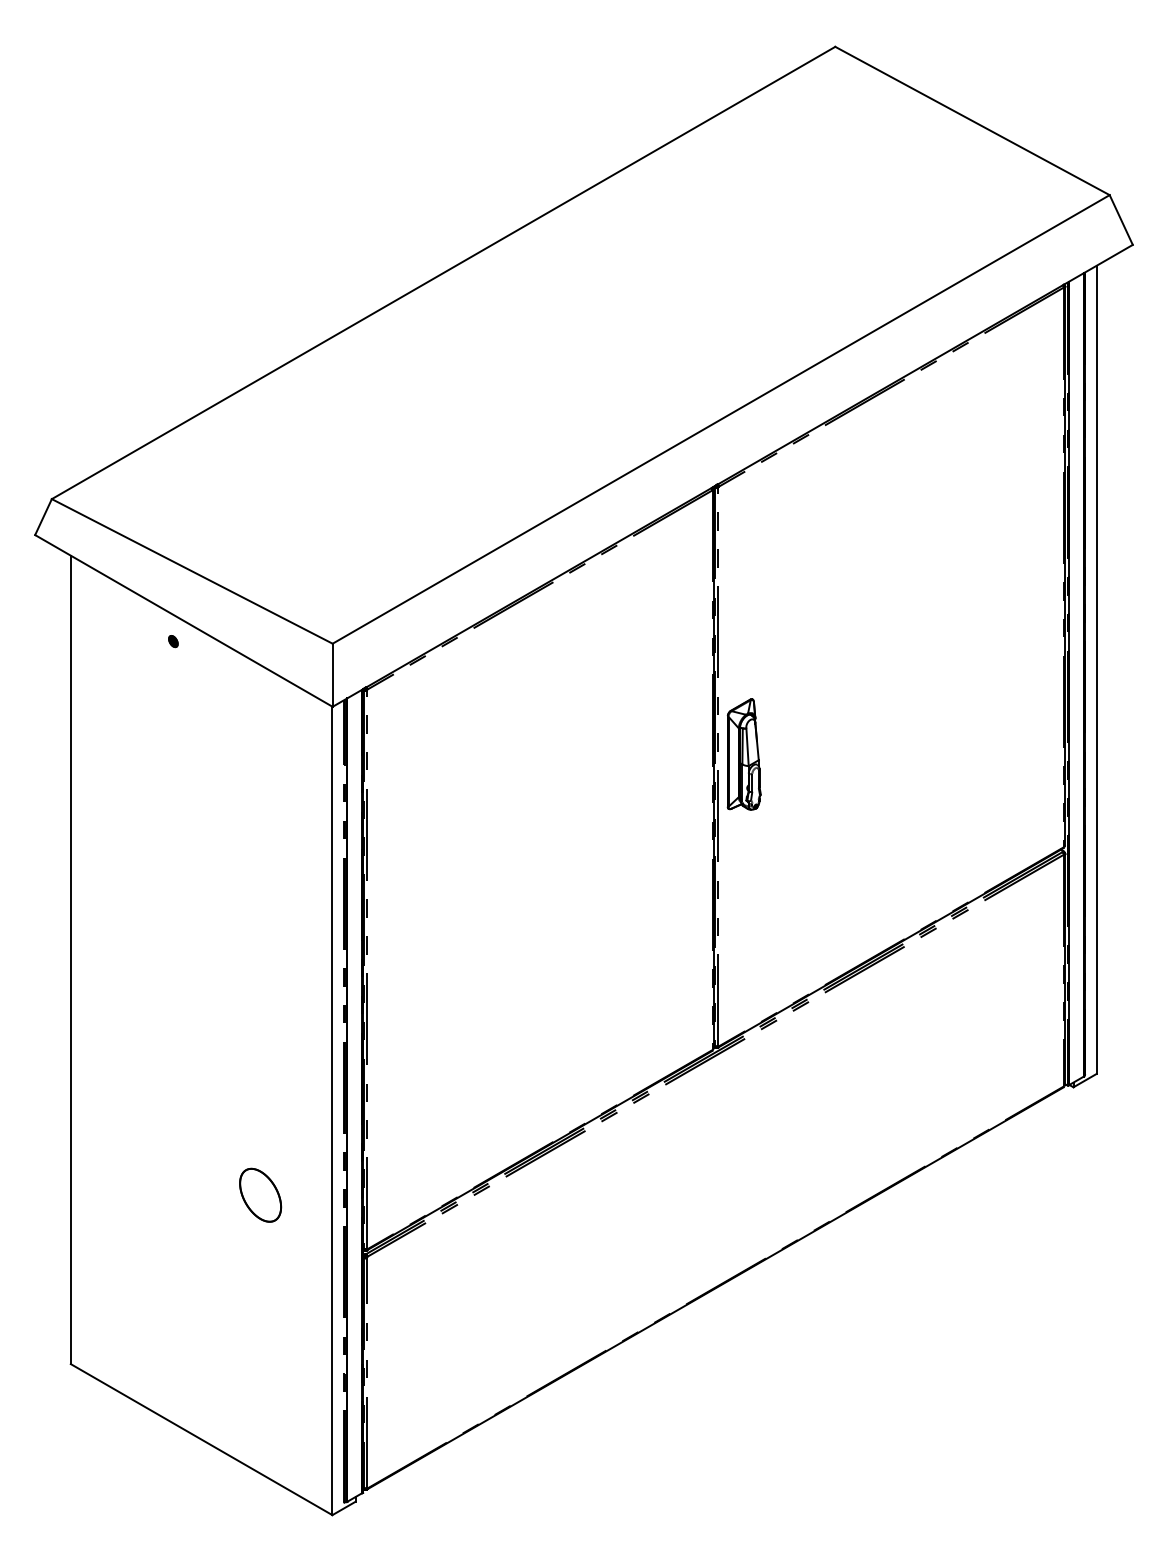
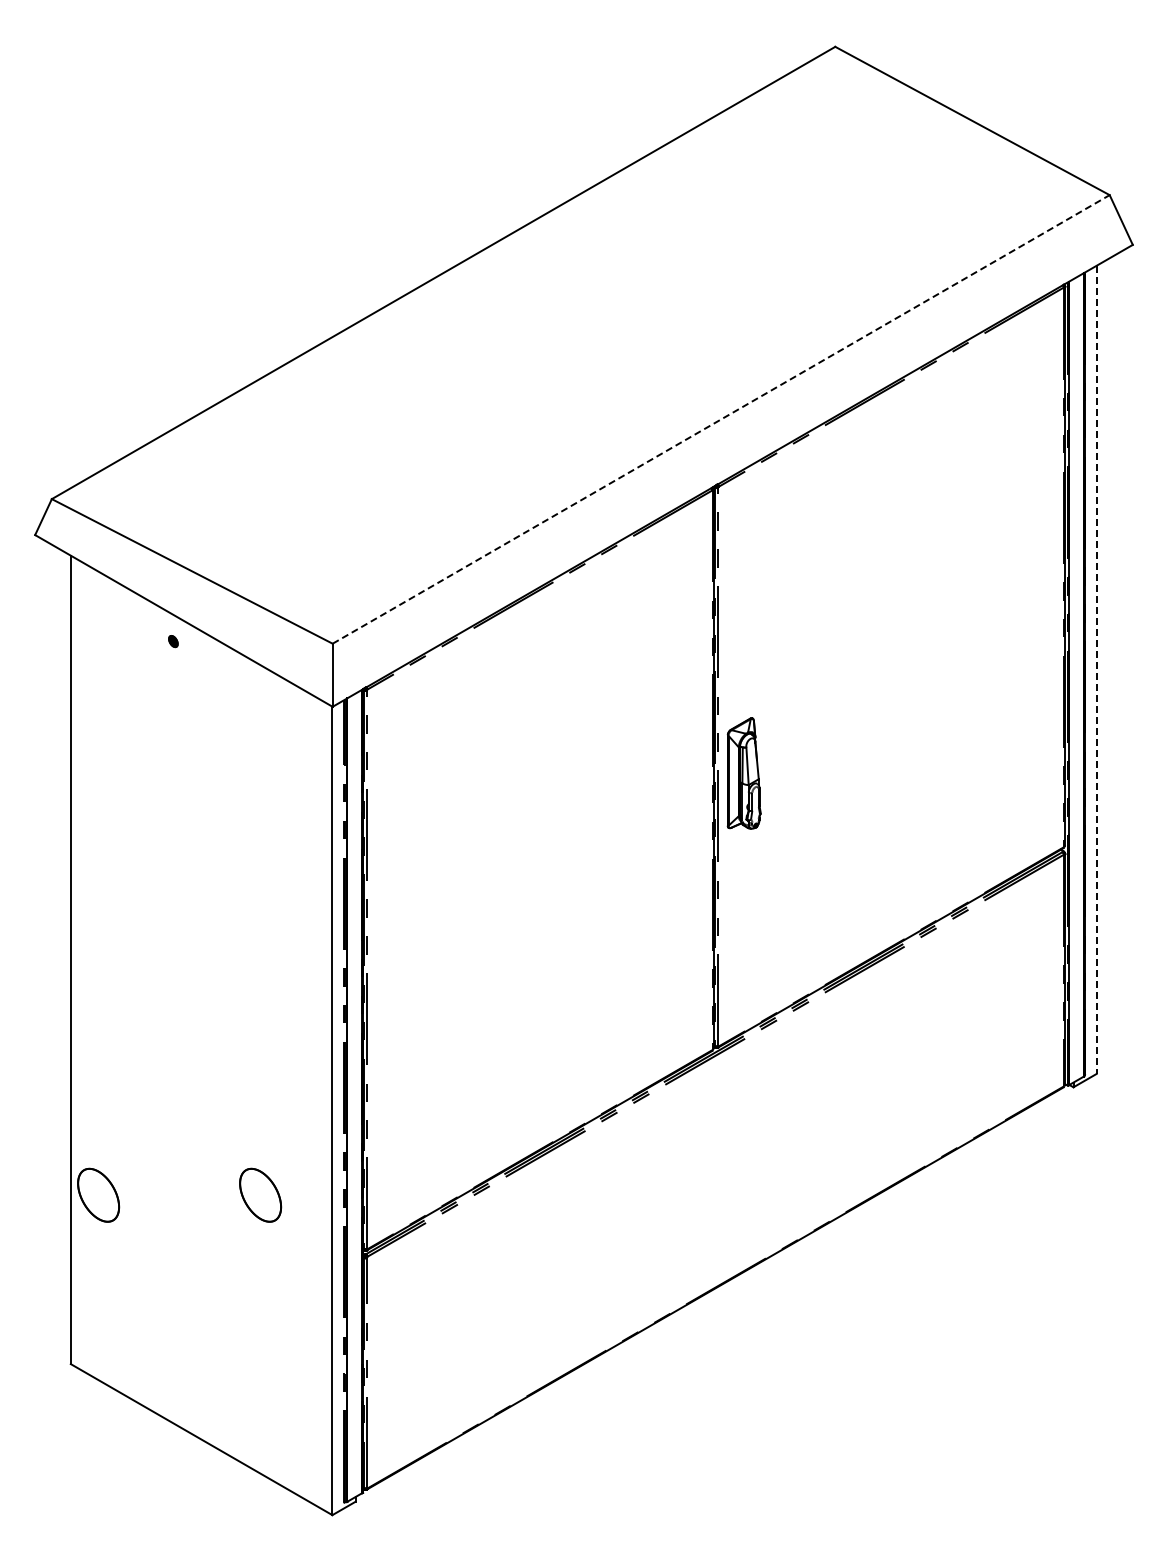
line at (721, 419): solid -> dashed
line at (1096, 670): solid -> dashed
part at (743, 754) position: (743, 754) -> (743, 773)
part at (98, 1194): none -> present
